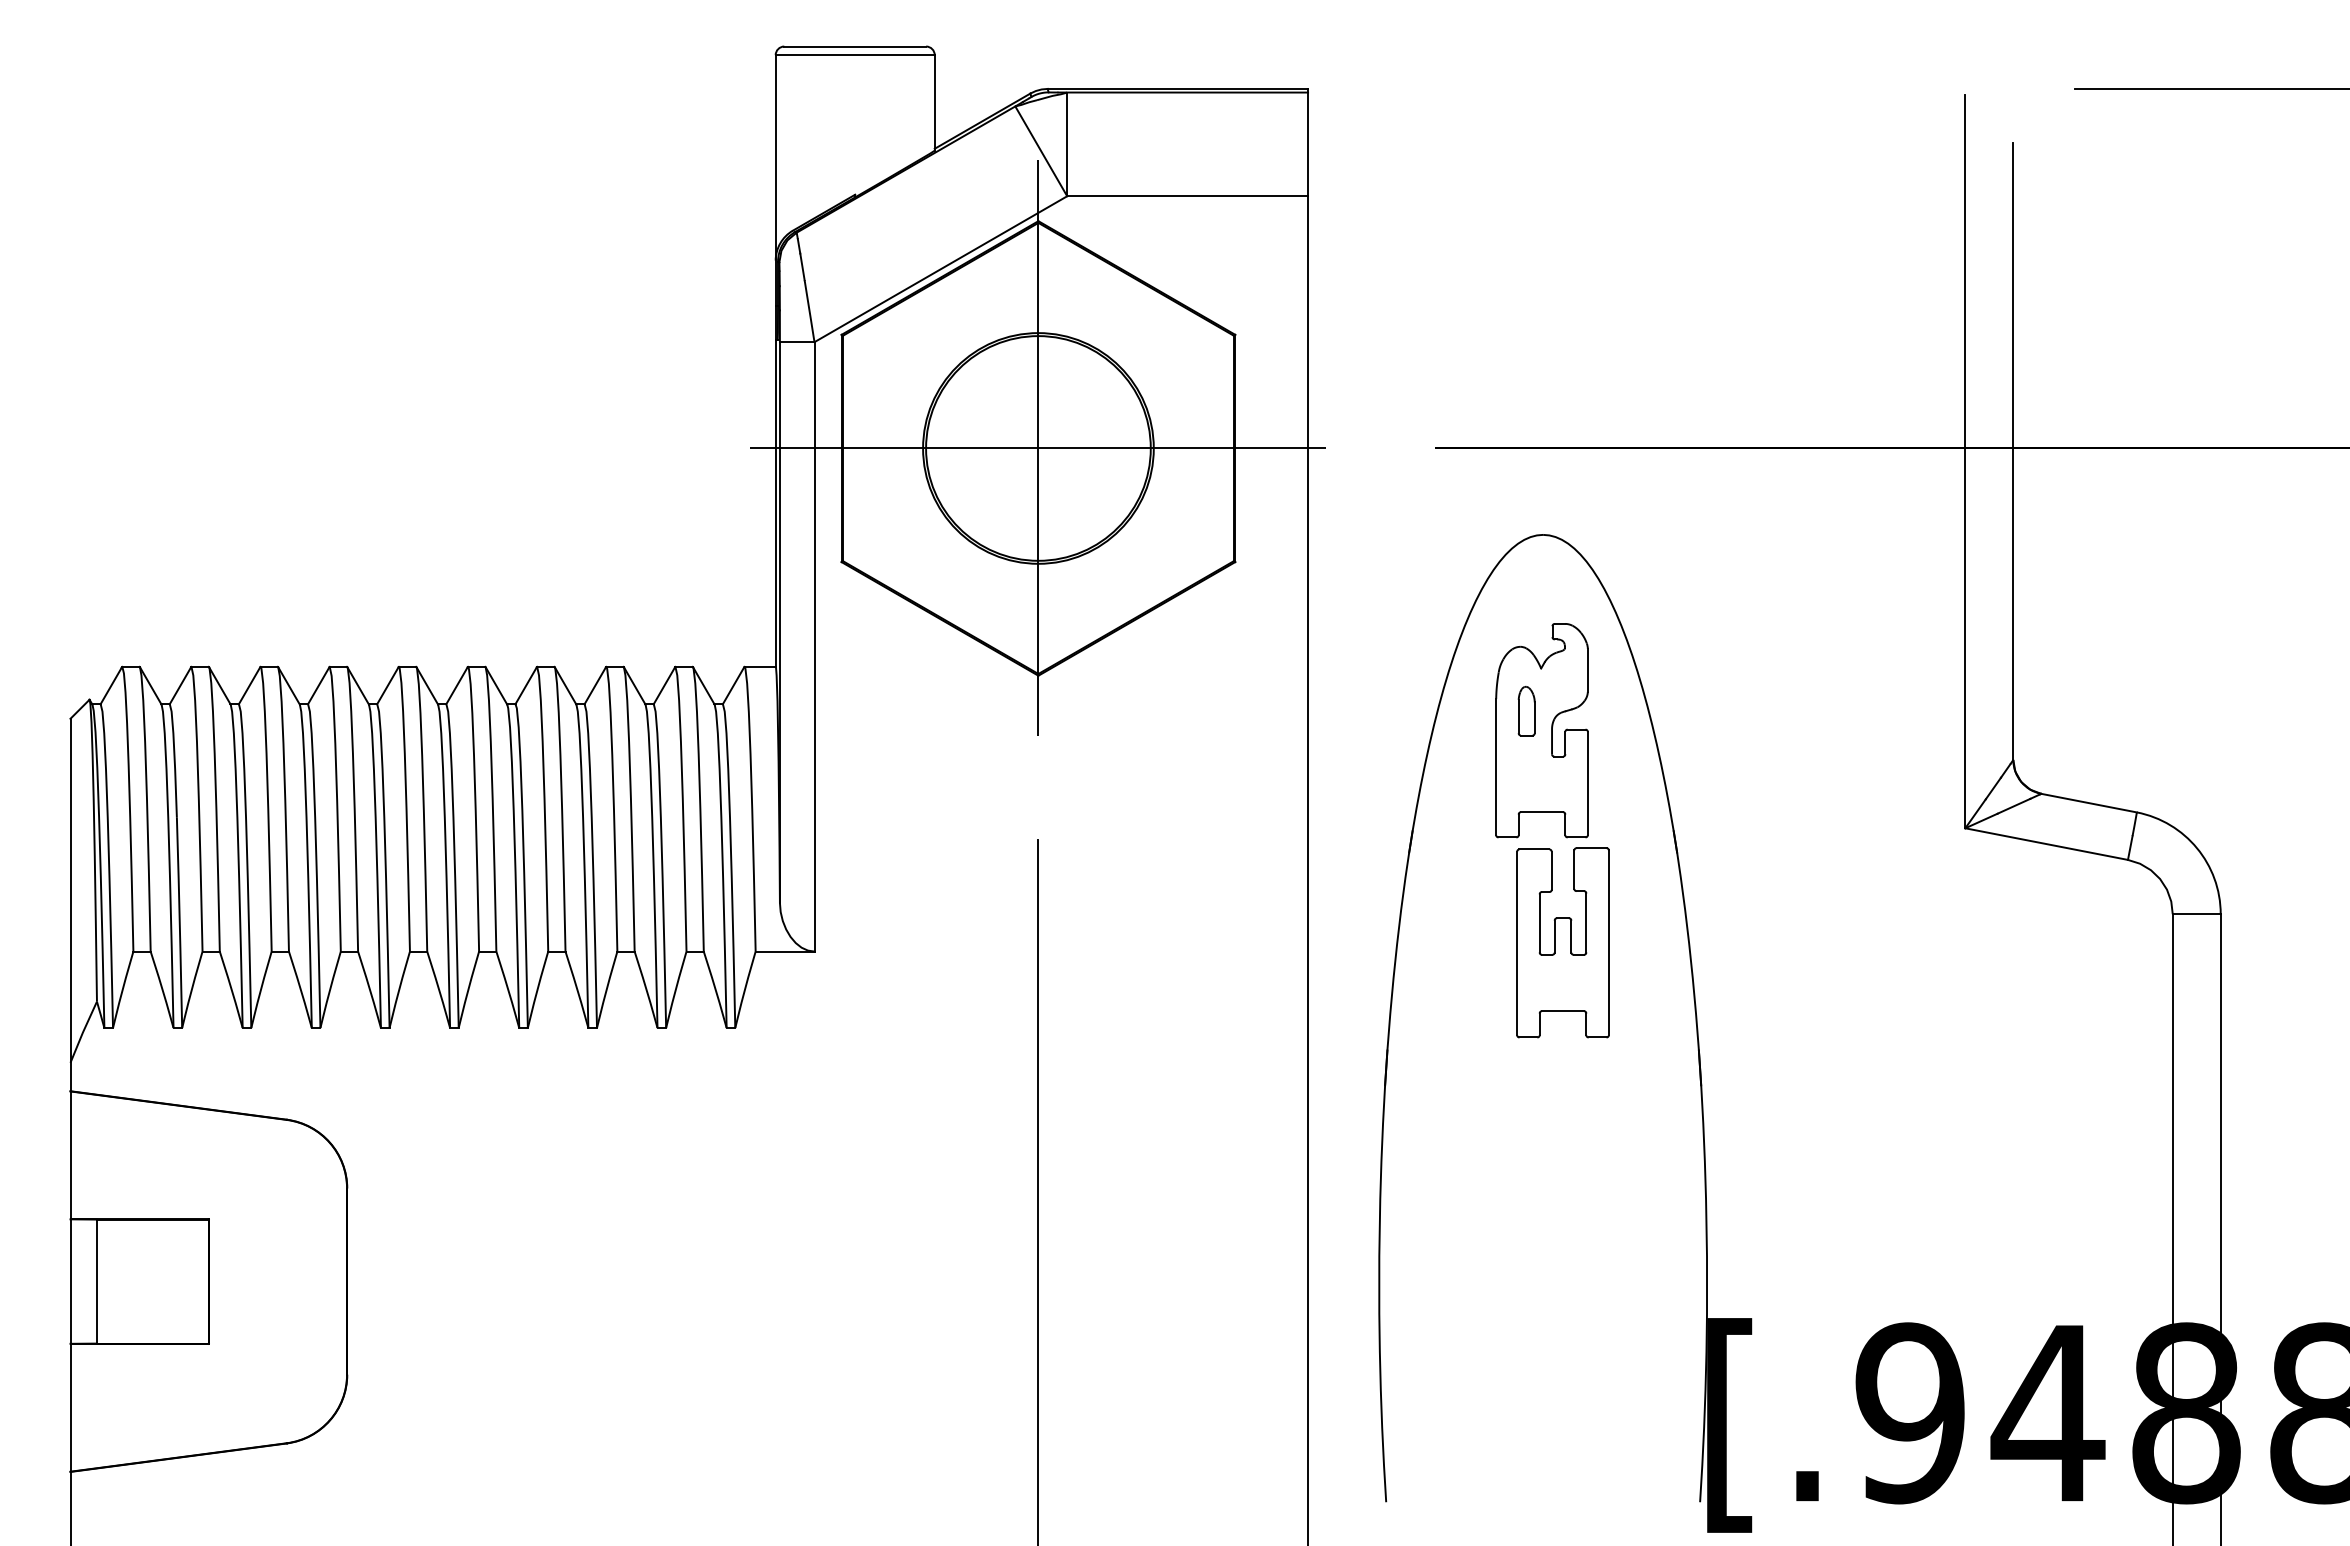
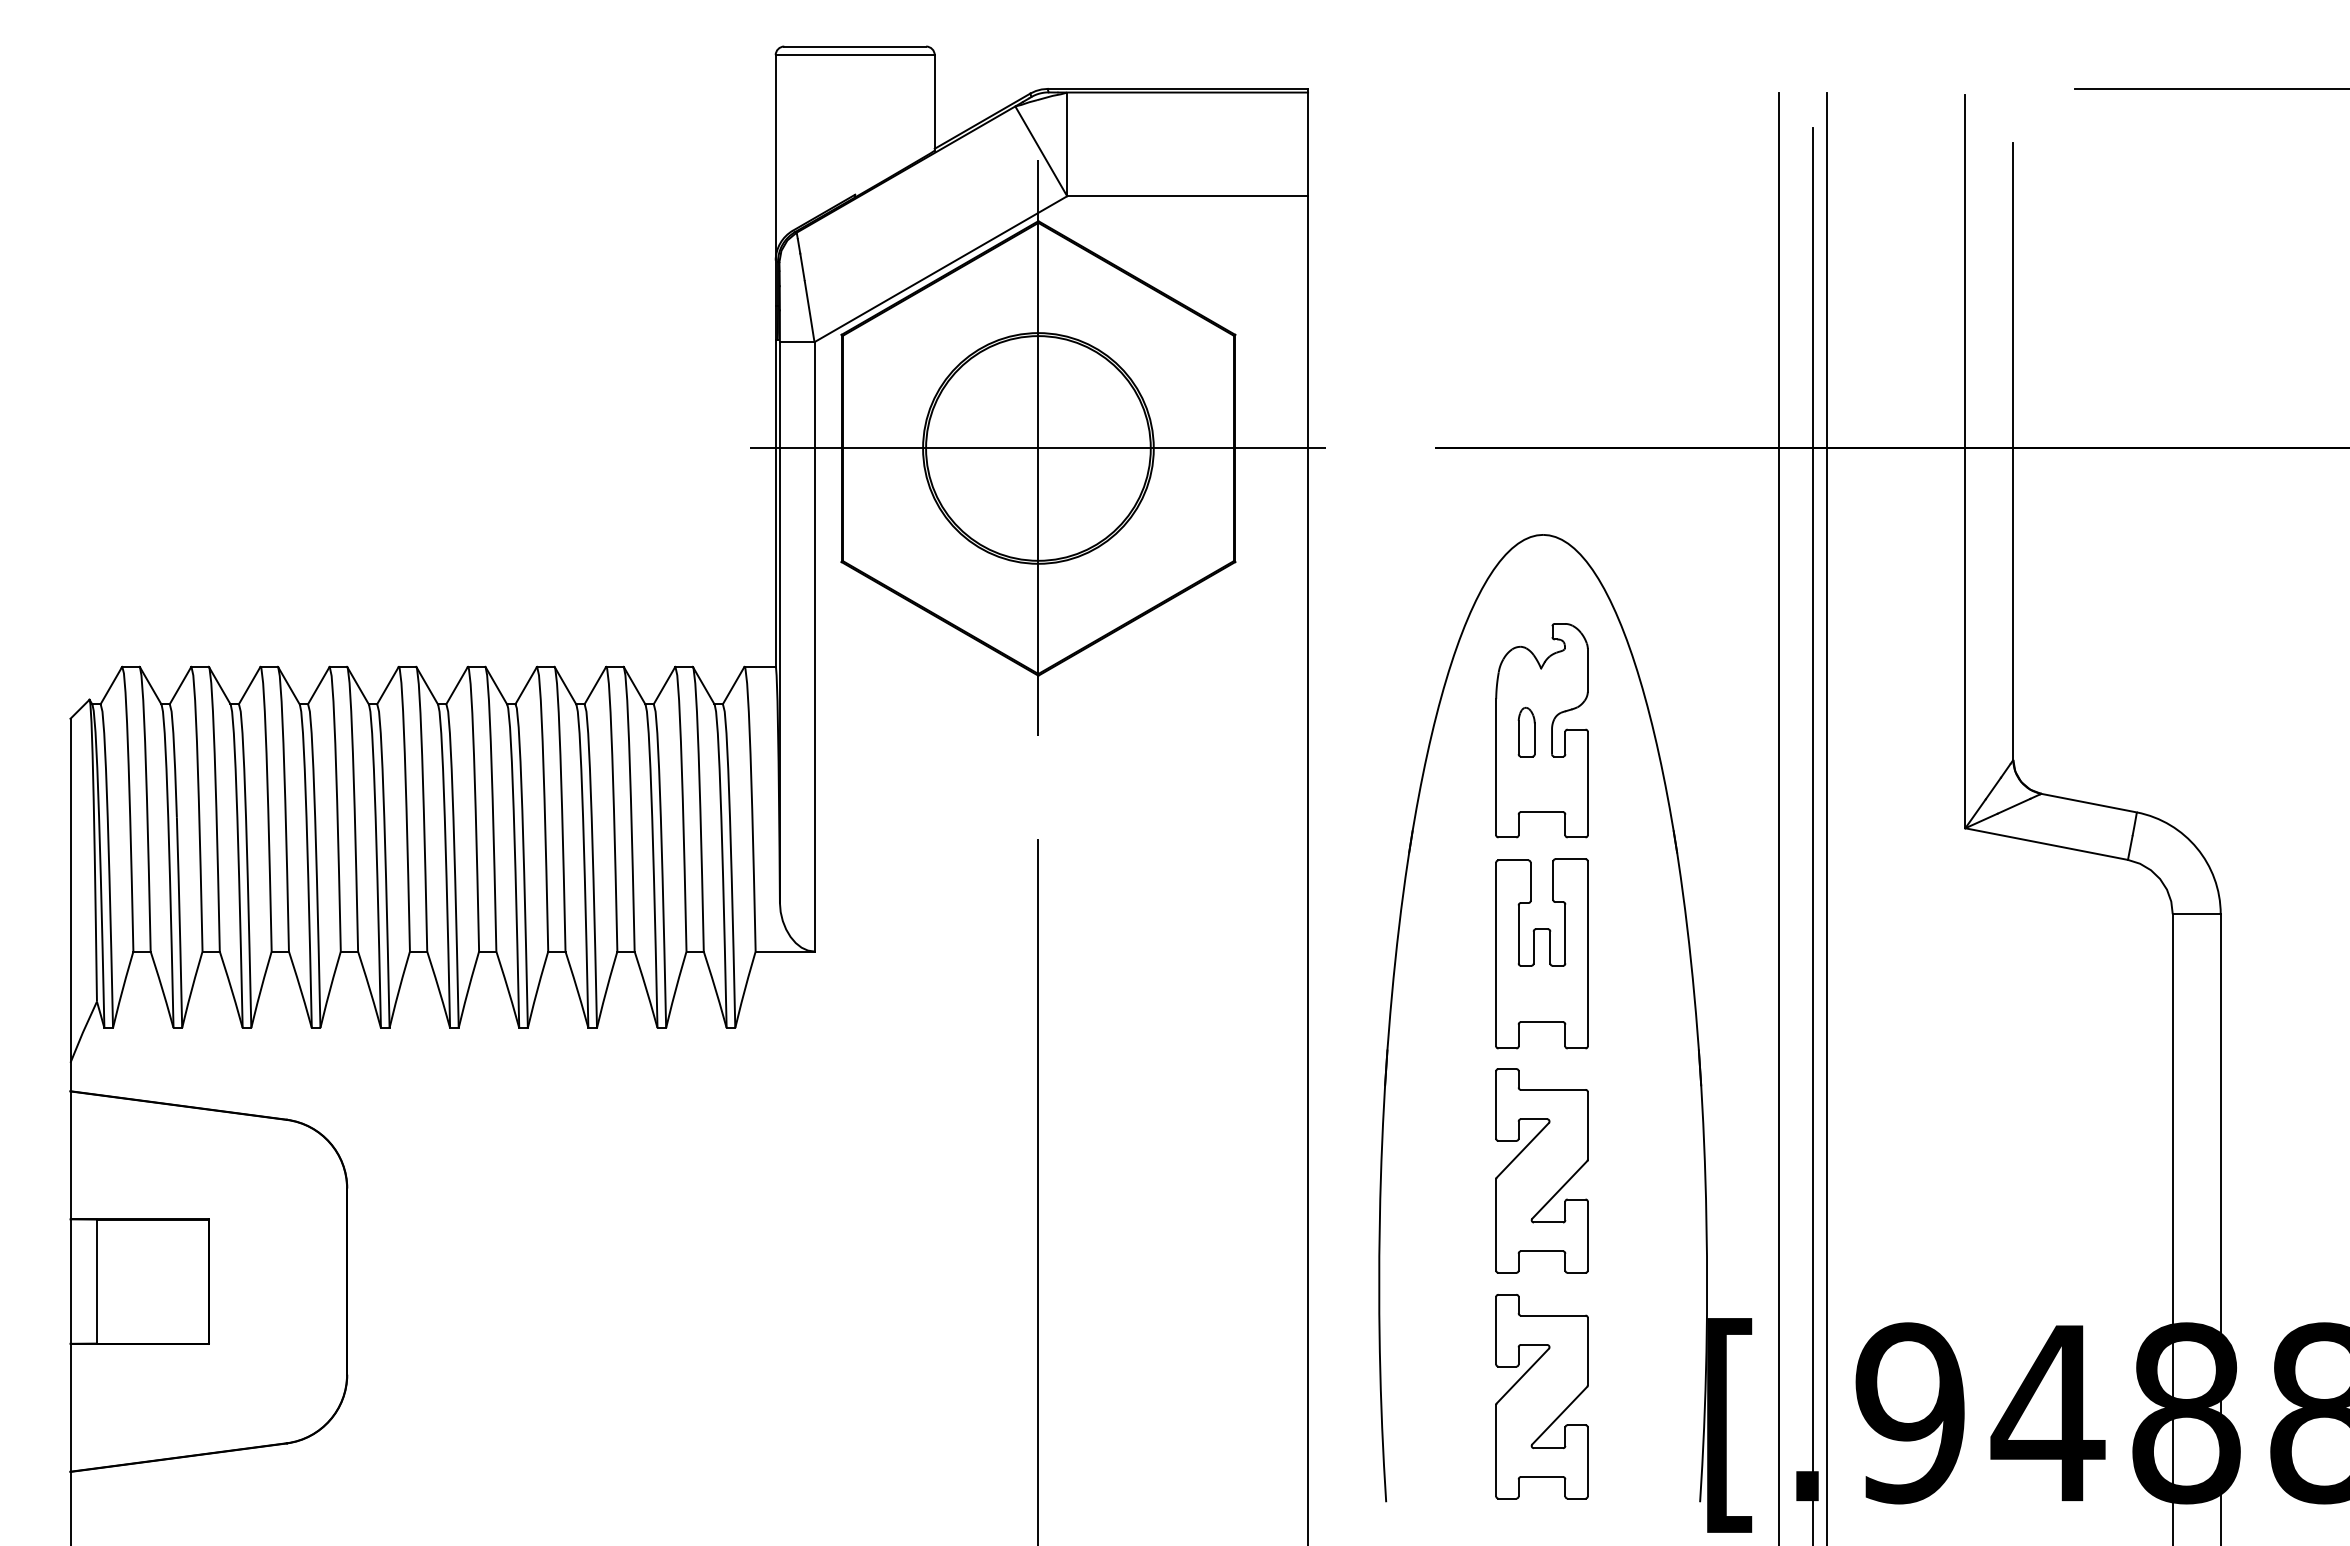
part at (1526, 711) position: (1526, 711) -> (1526, 732)
line at (1778, 817): none -> present
line at (1826, 817): none -> present
line at (1812, 834): none -> present
part at (1562, 942) position: (1562, 942) -> (1541, 953)
part at (1541, 1170): none -> present
part at (1541, 1396): none -> present
